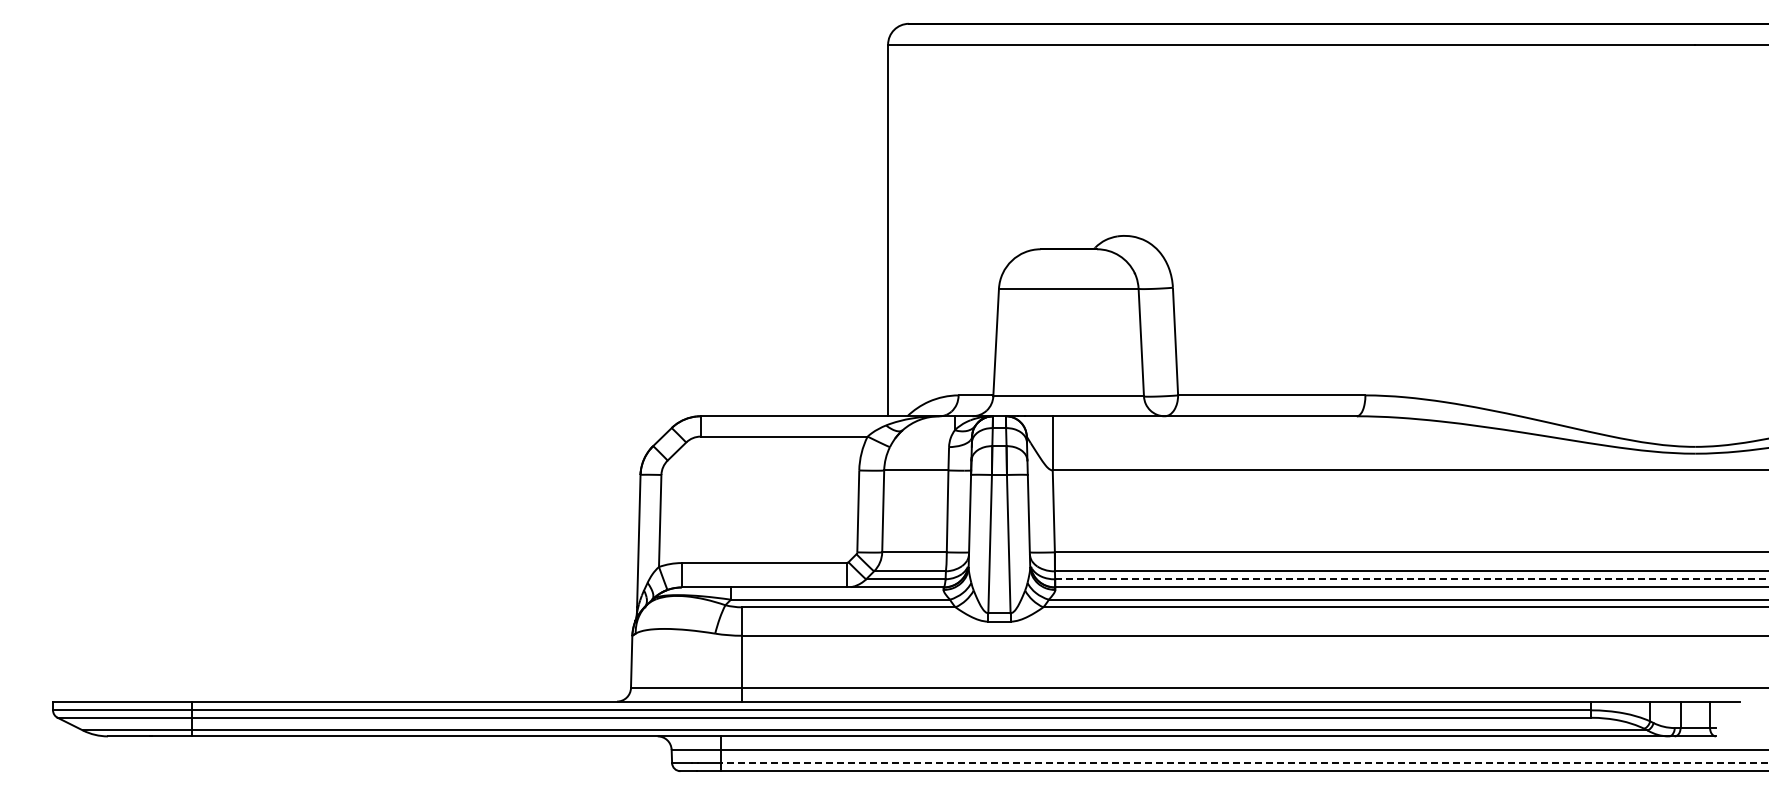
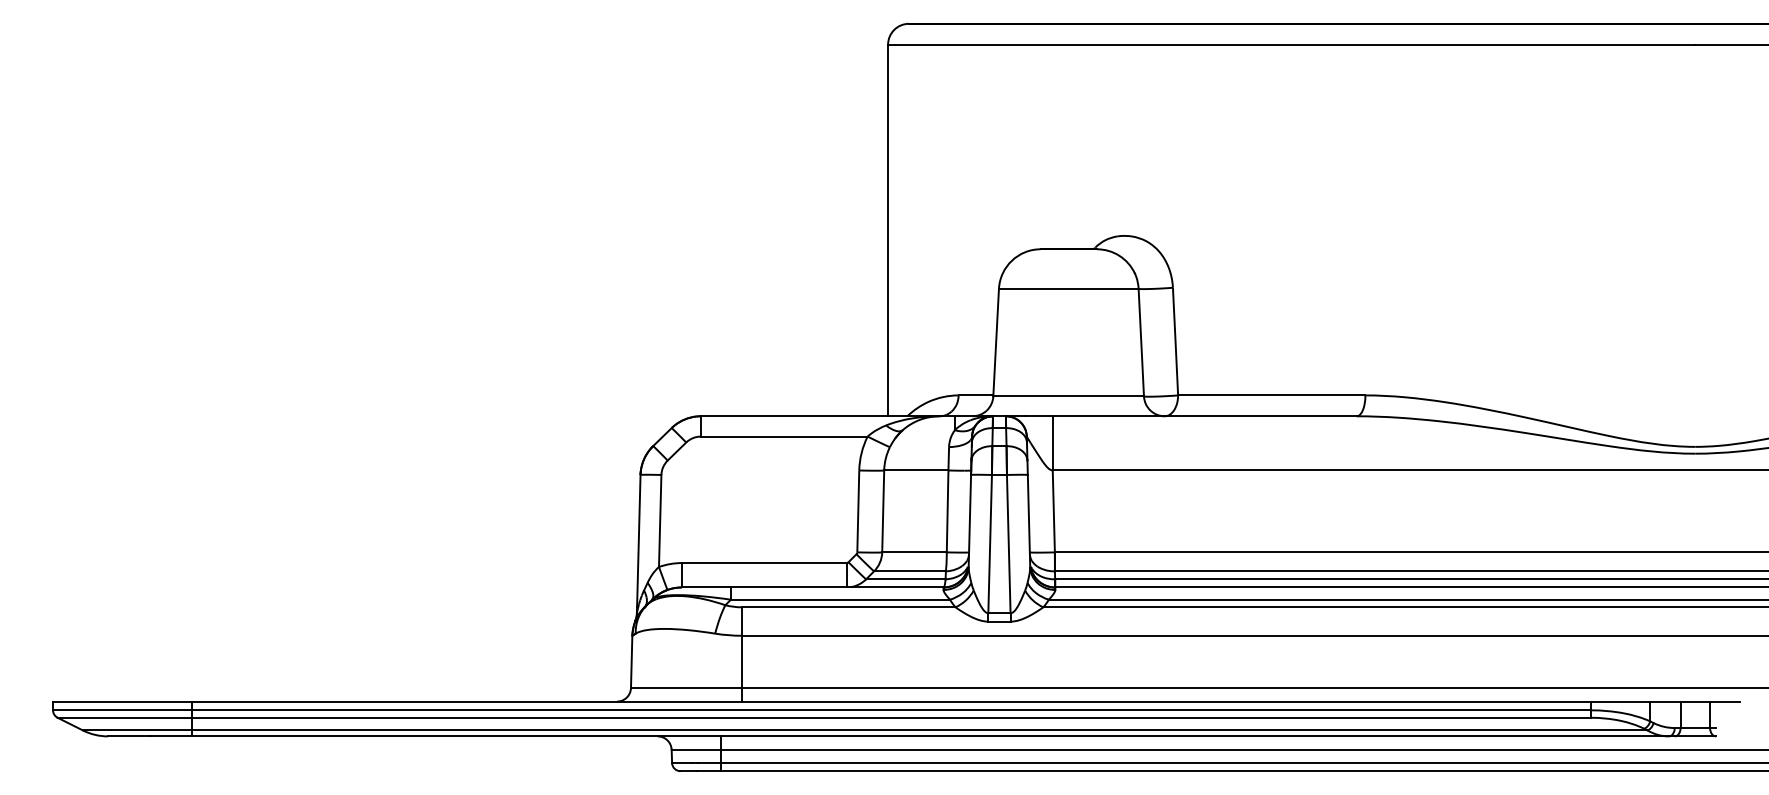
line at (1411, 579): dashed -> solid
line at (1244, 763): dashed -> solid
